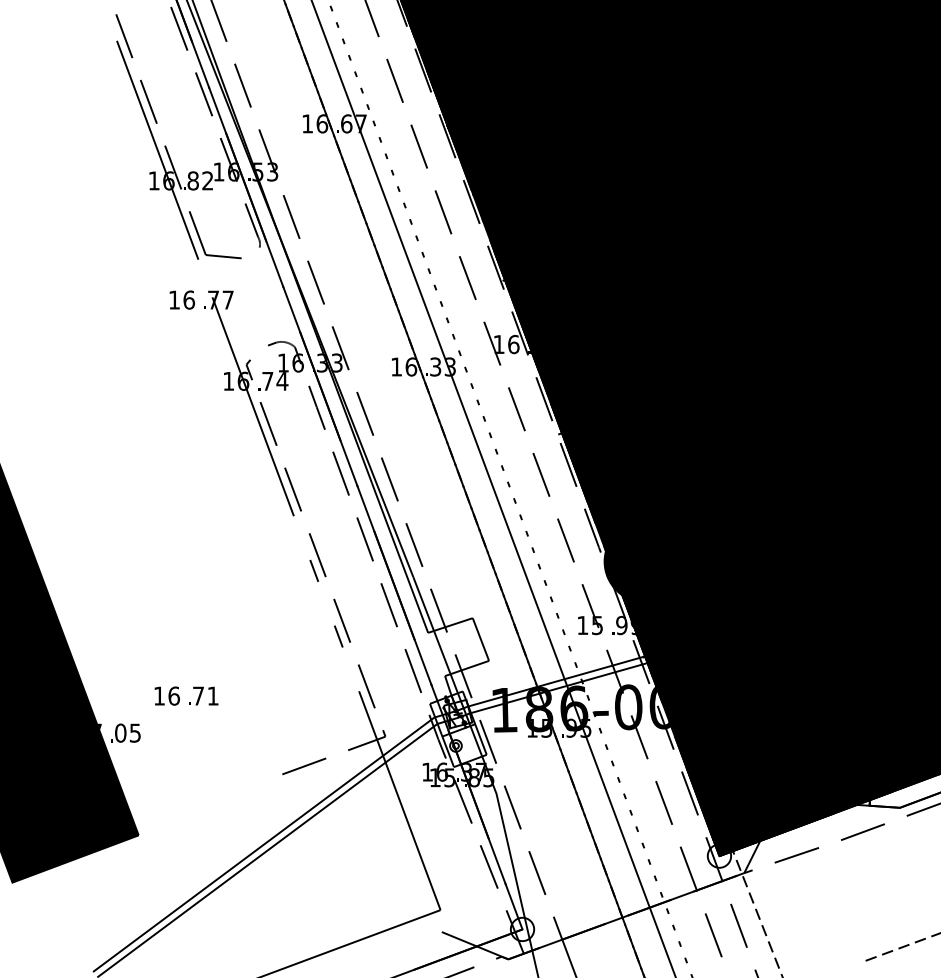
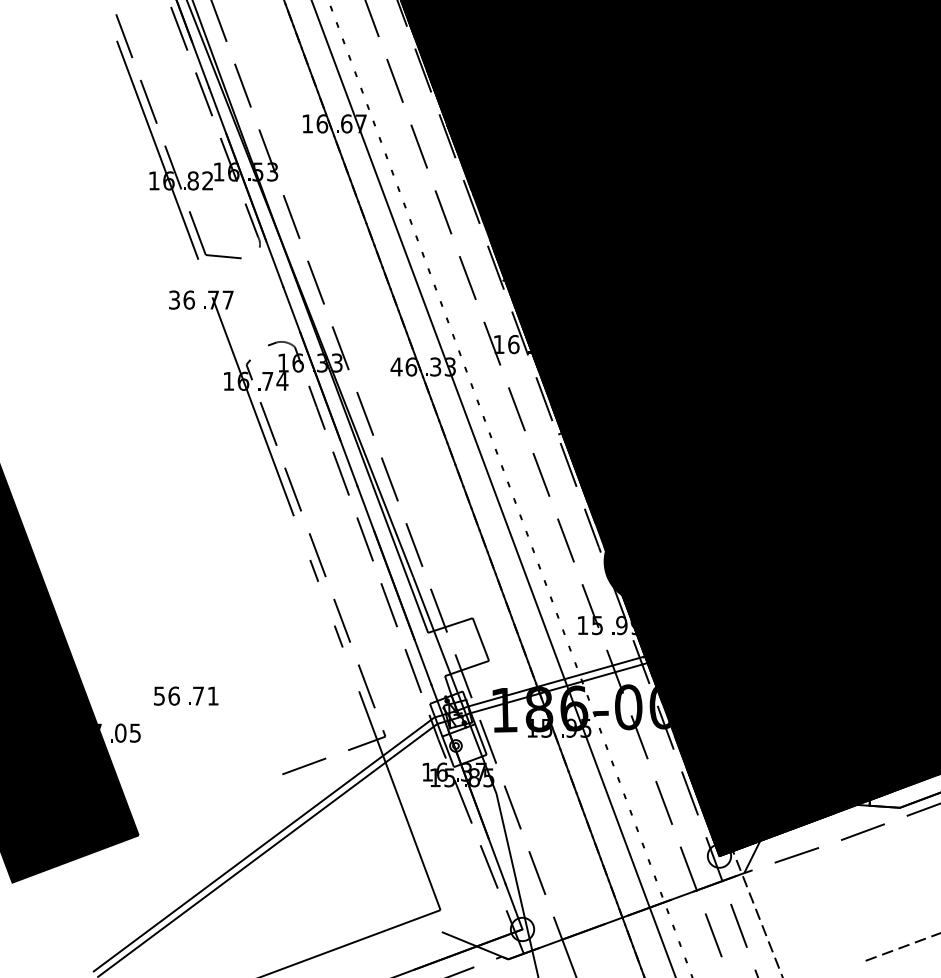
text at (174, 299): 16 -> 36
text at (396, 366): 16 -> 46
text at (159, 695): 16 -> 56
